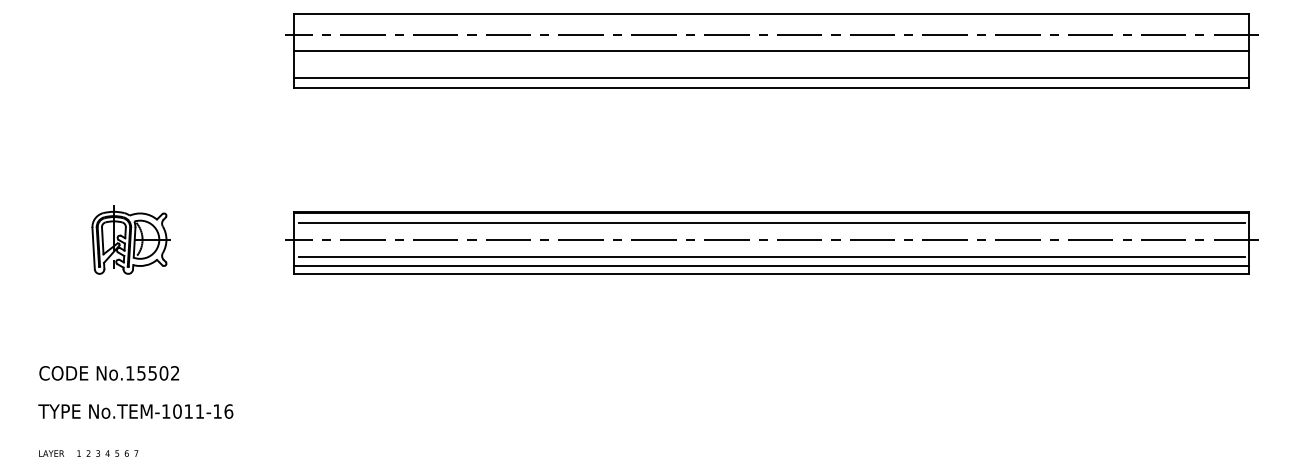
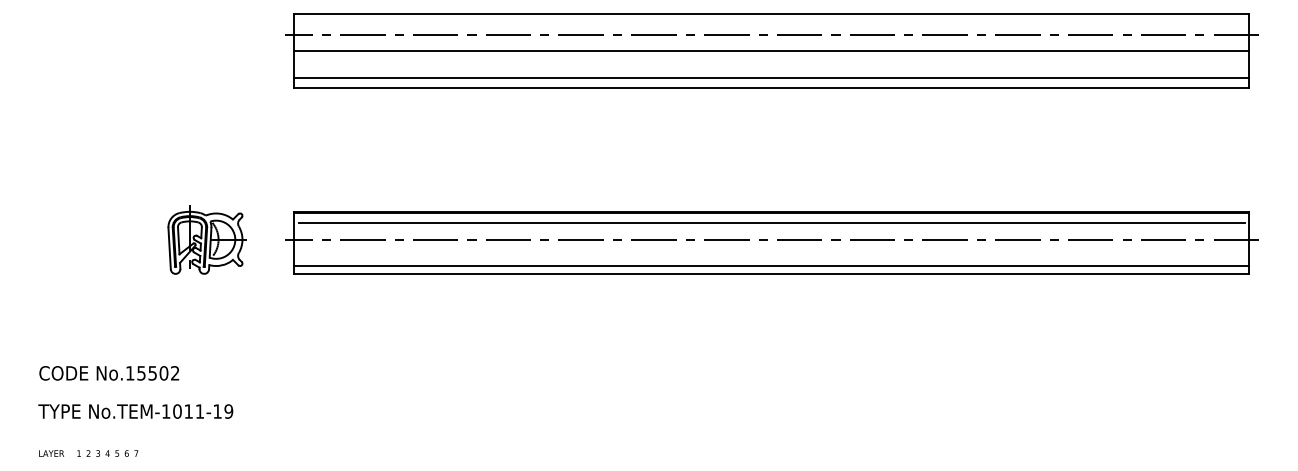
part at (130, 239) position: (130, 239) -> (206, 239)
line at (771, 256): present -> none
text at (228, 411): No.TEM-1011-16 -> No.TEM-1011-19
